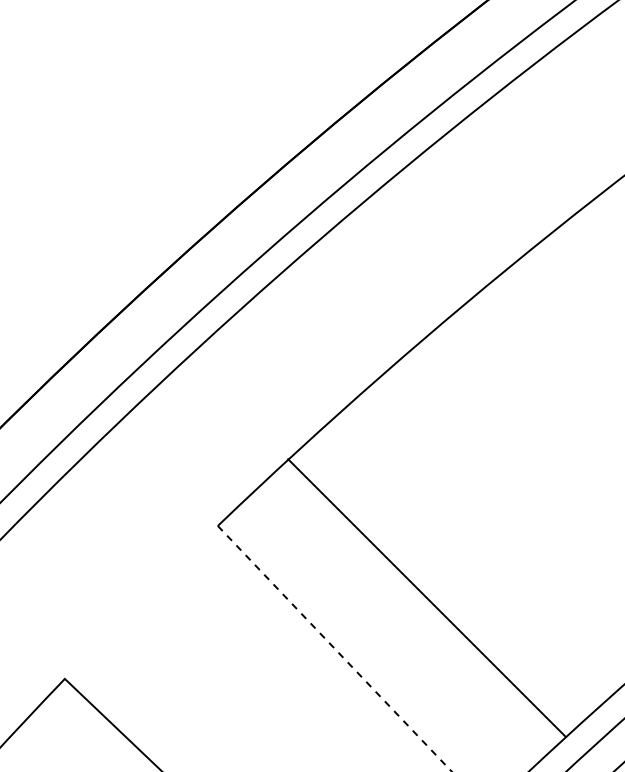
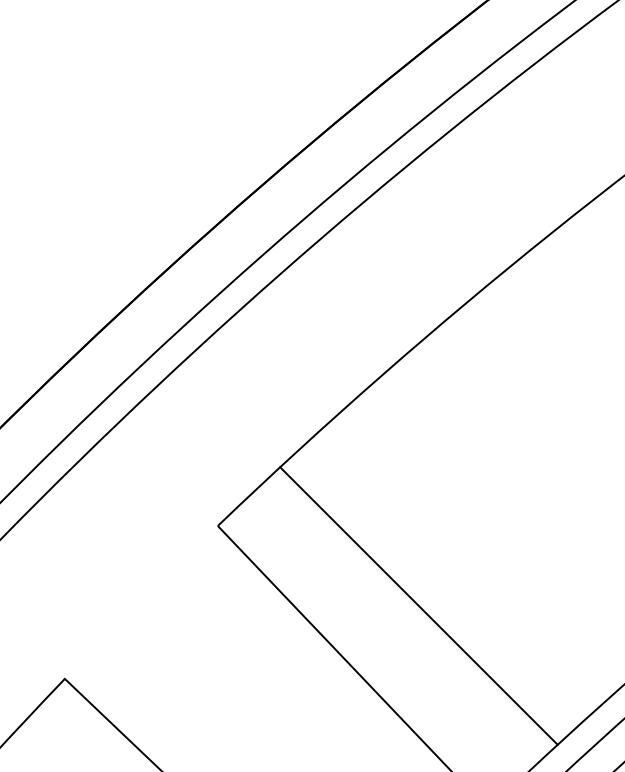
line at (426, 597) position: (426, 597) -> (418, 605)
line at (335, 649): dashed -> solid
